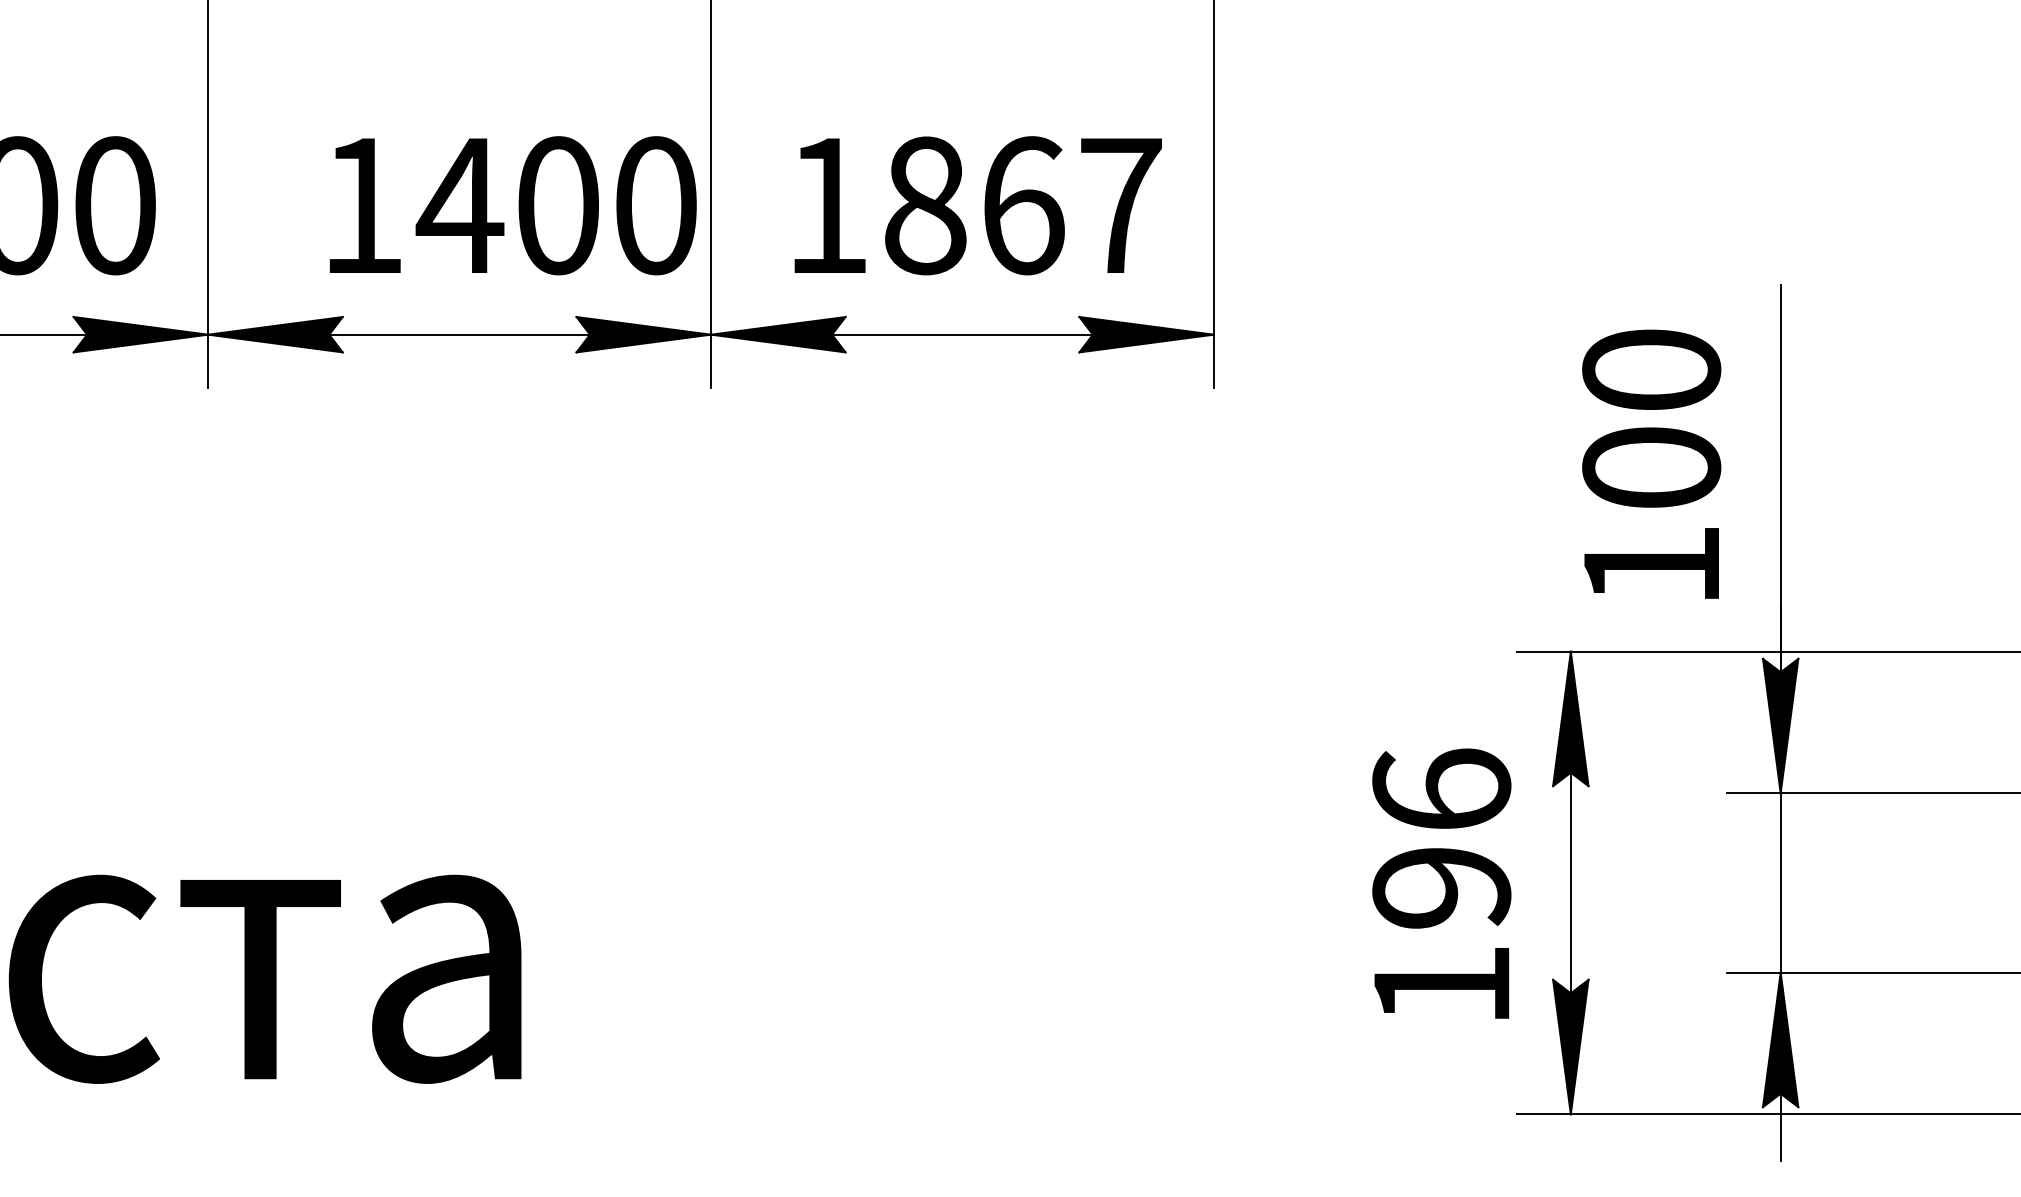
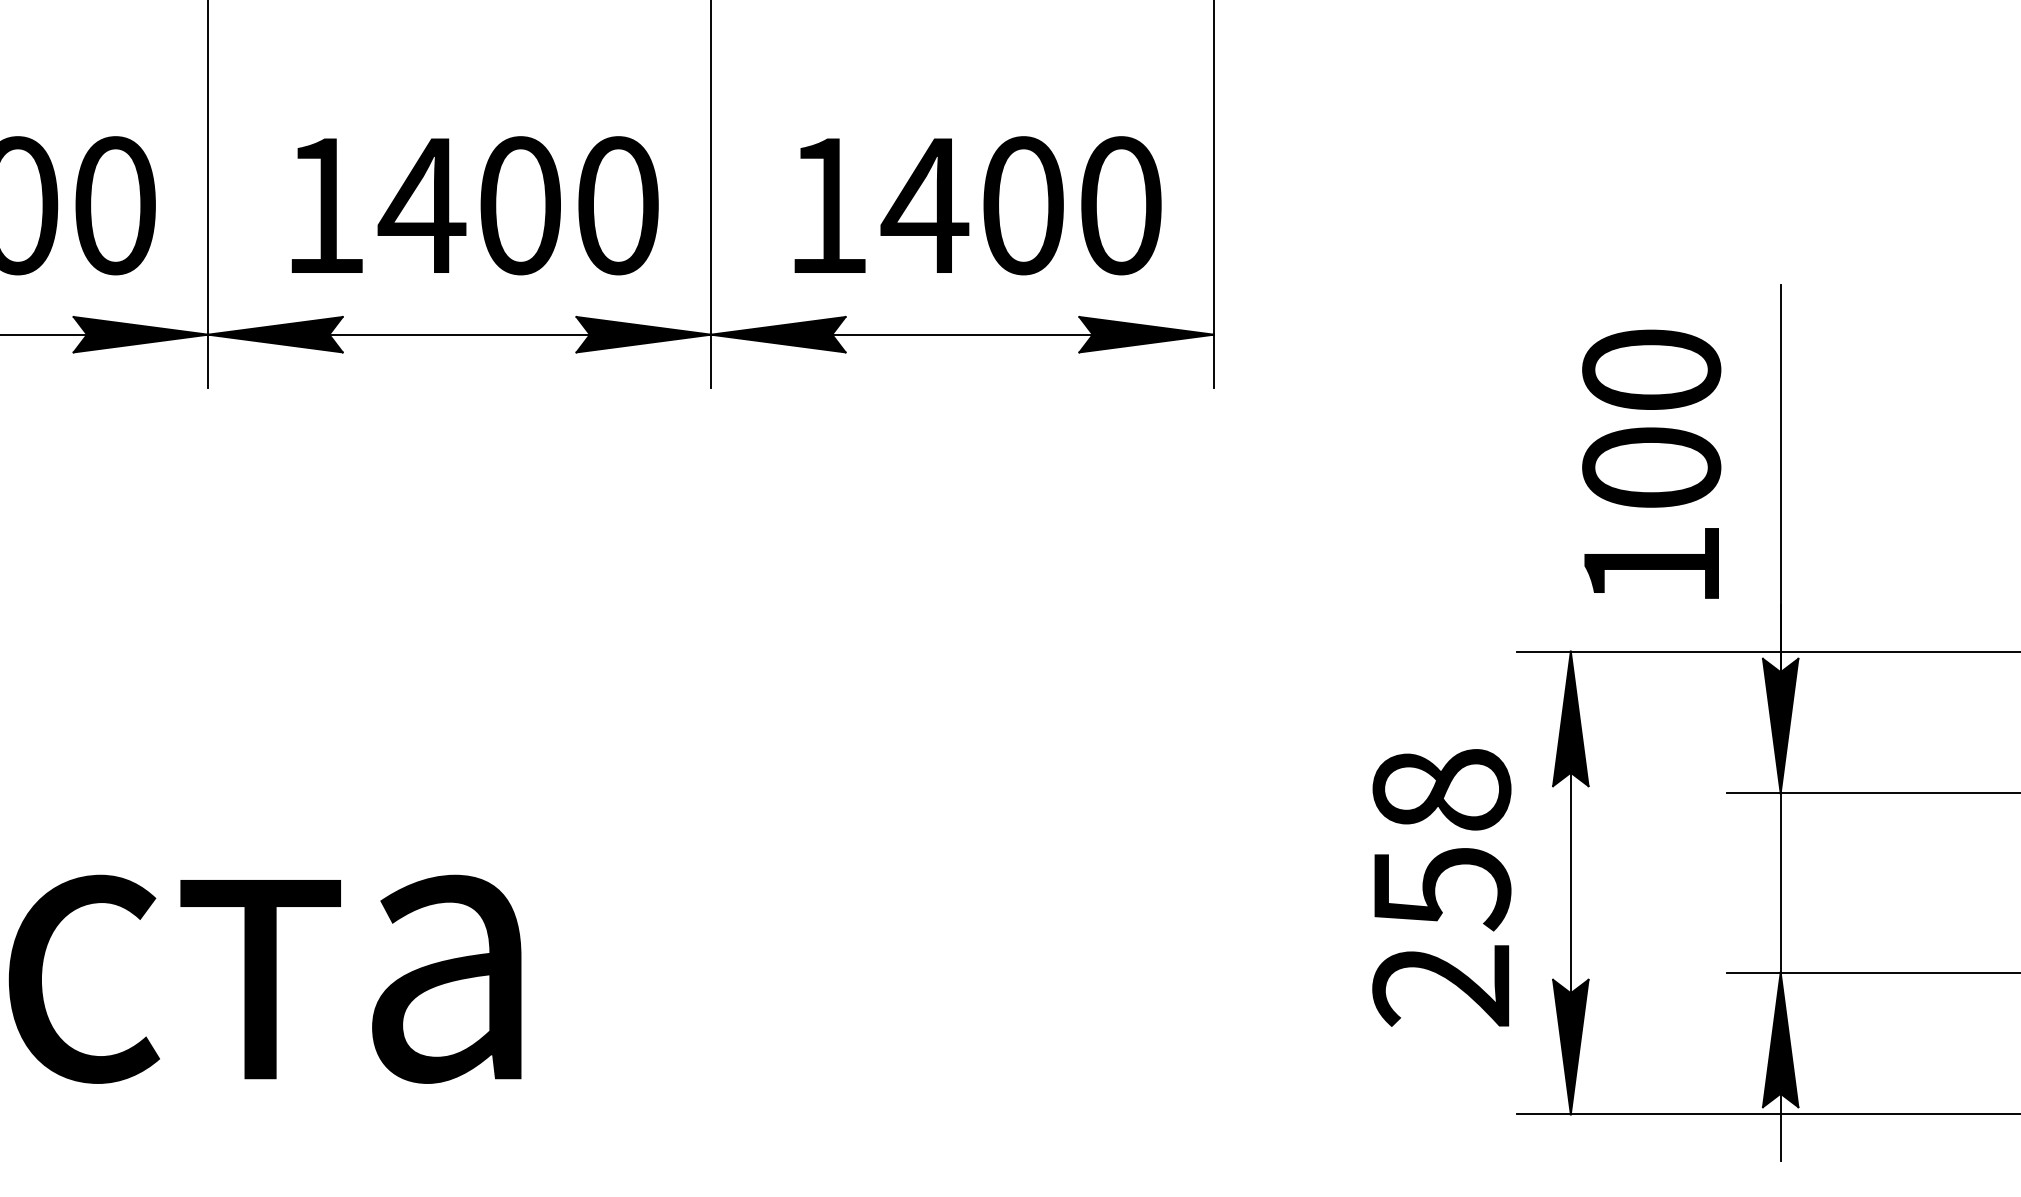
text at (512, 205) position: (512, 205) -> (474, 205)
text at (1020, 205): 1867 -> 1400
text at (1441, 887): 196 -> 258
